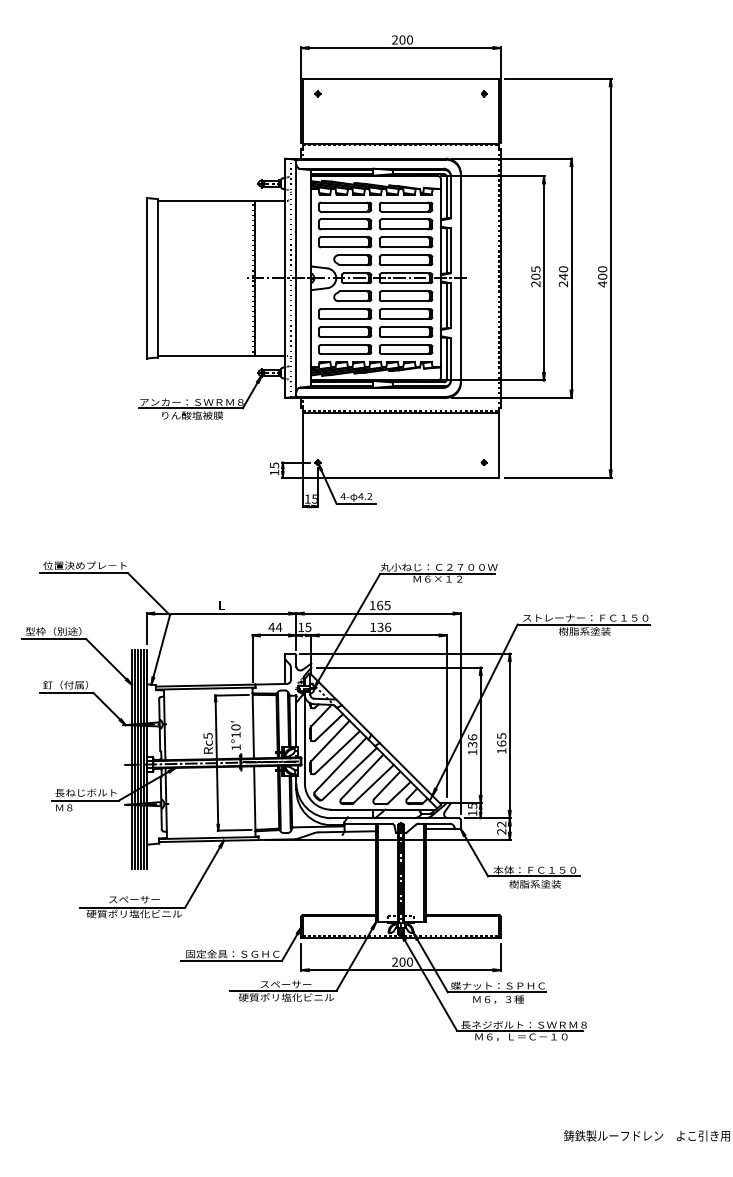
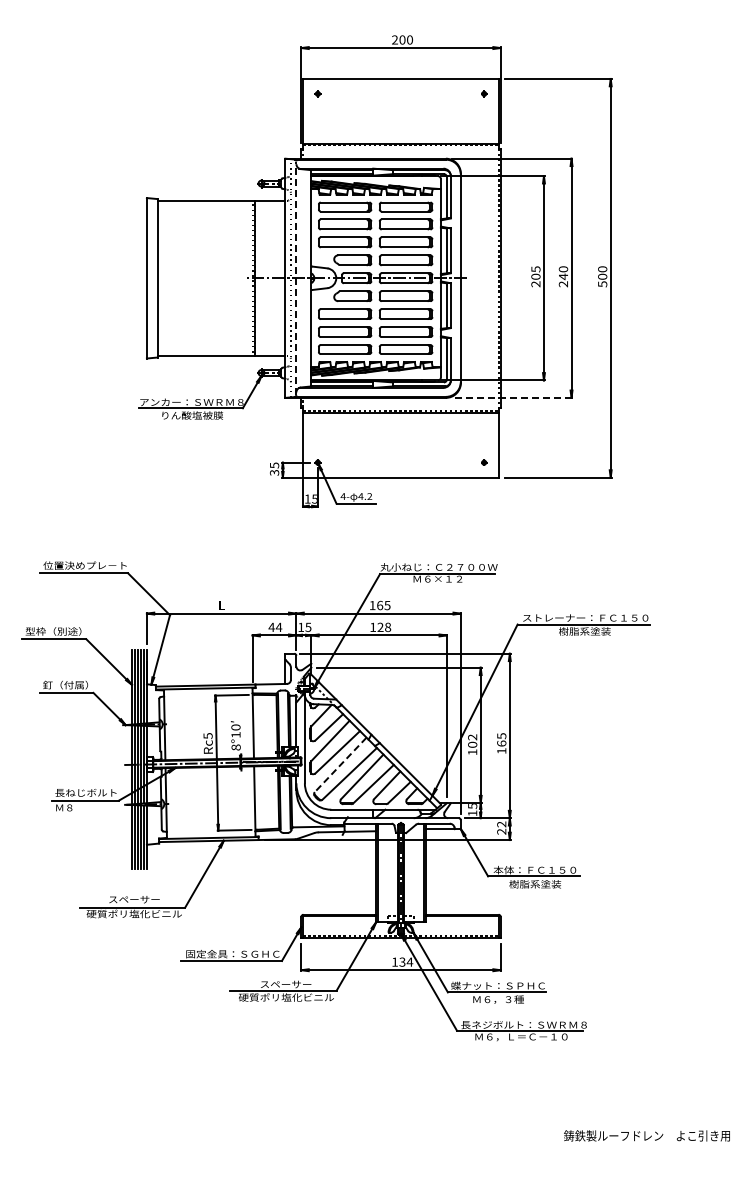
line at (296, 278): solid -> dashed
text at (602, 284): 400 -> 500
line at (511, 397): solid -> dashed
text at (274, 472): 15 -> 35
text at (384, 627): 136 -> 128
text at (472, 740): 136 -> 102
text at (235, 747): 1°10 -> 8°10
line at (340, 764): solid -> dashed
text at (402, 961): 200 -> 134
